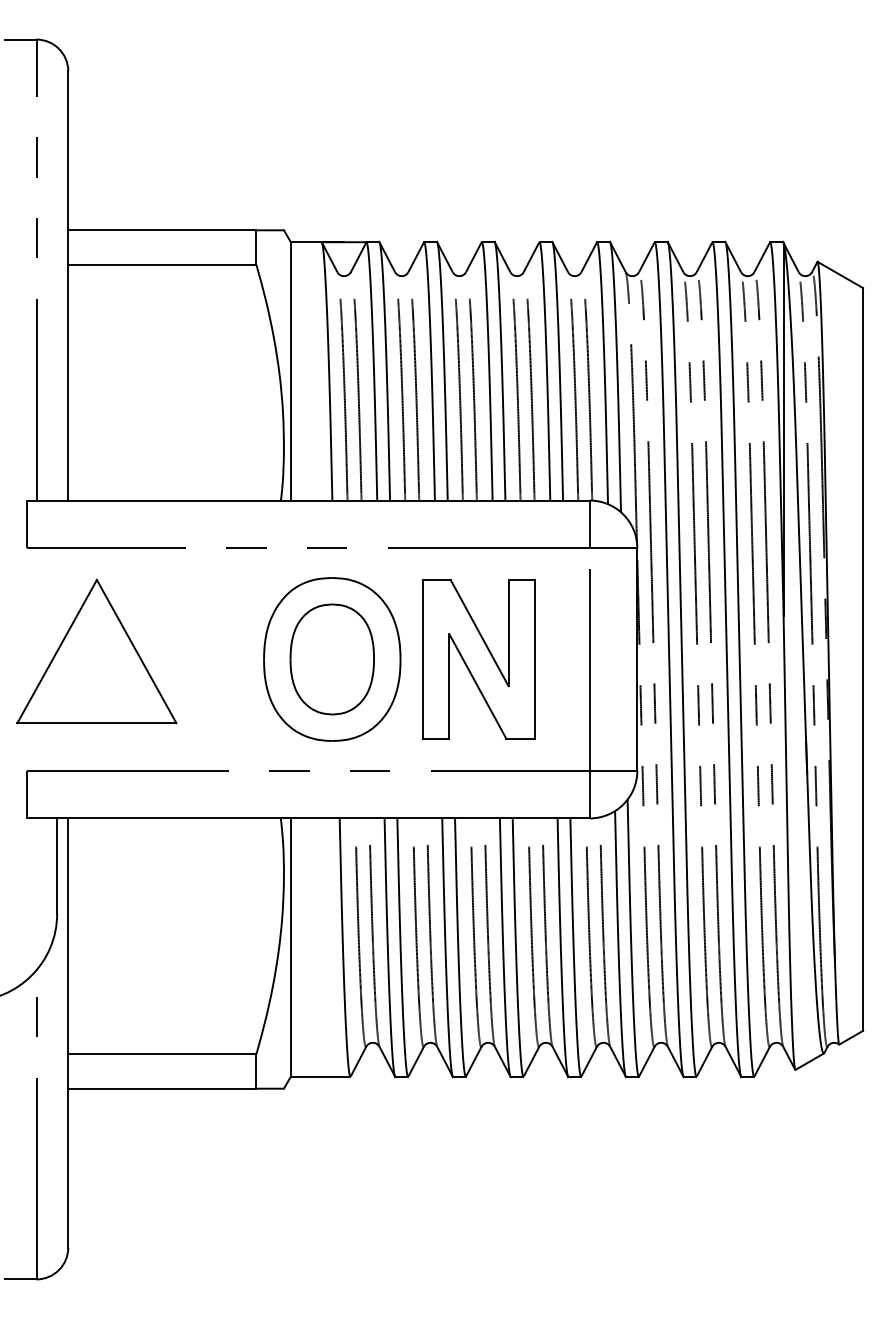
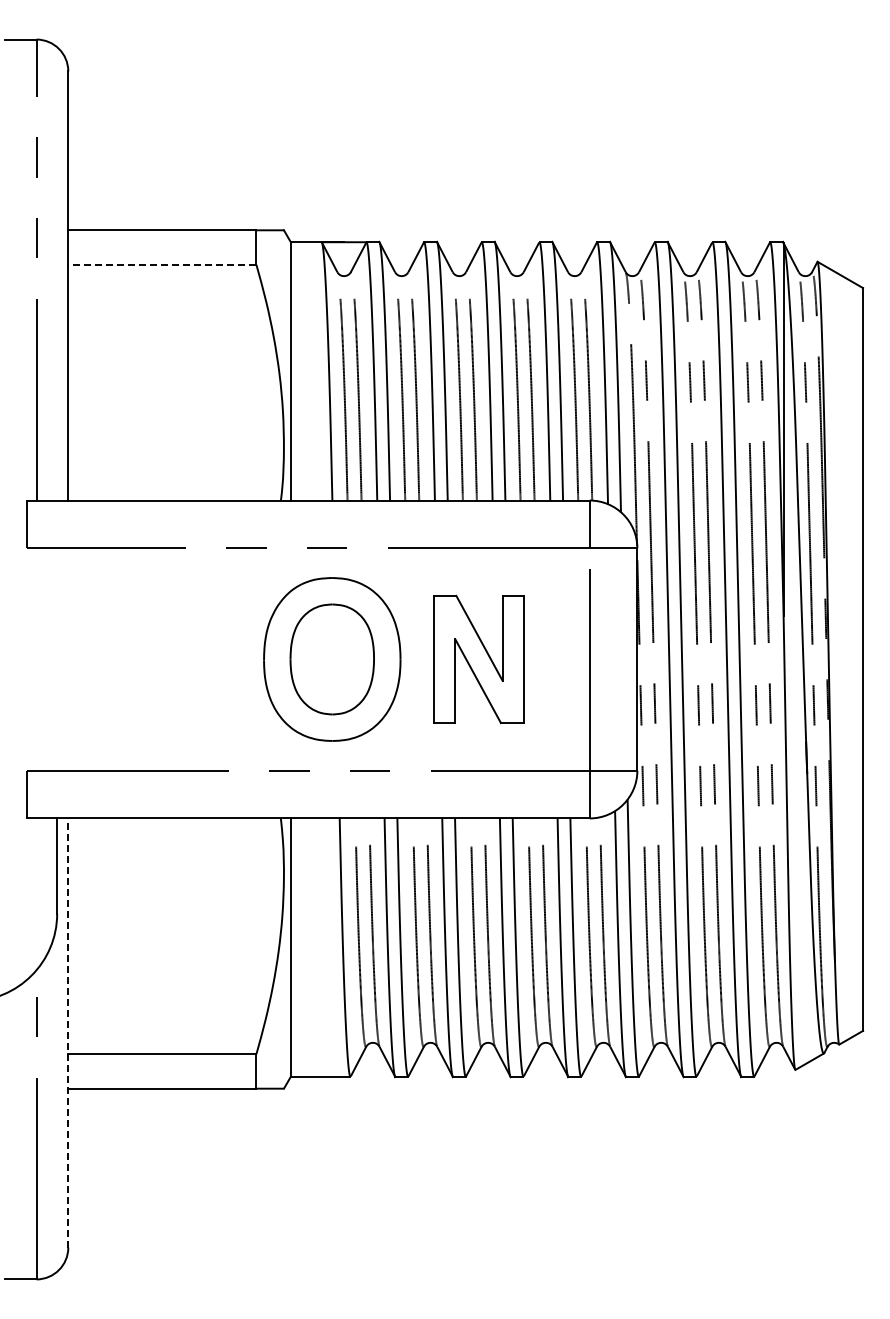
line at (161, 264): solid -> dashed
part at (96, 651): present -> none
part at (478, 659) size: 114x161 px -> 92x131 px
line at (68, 1033): solid -> dashed
